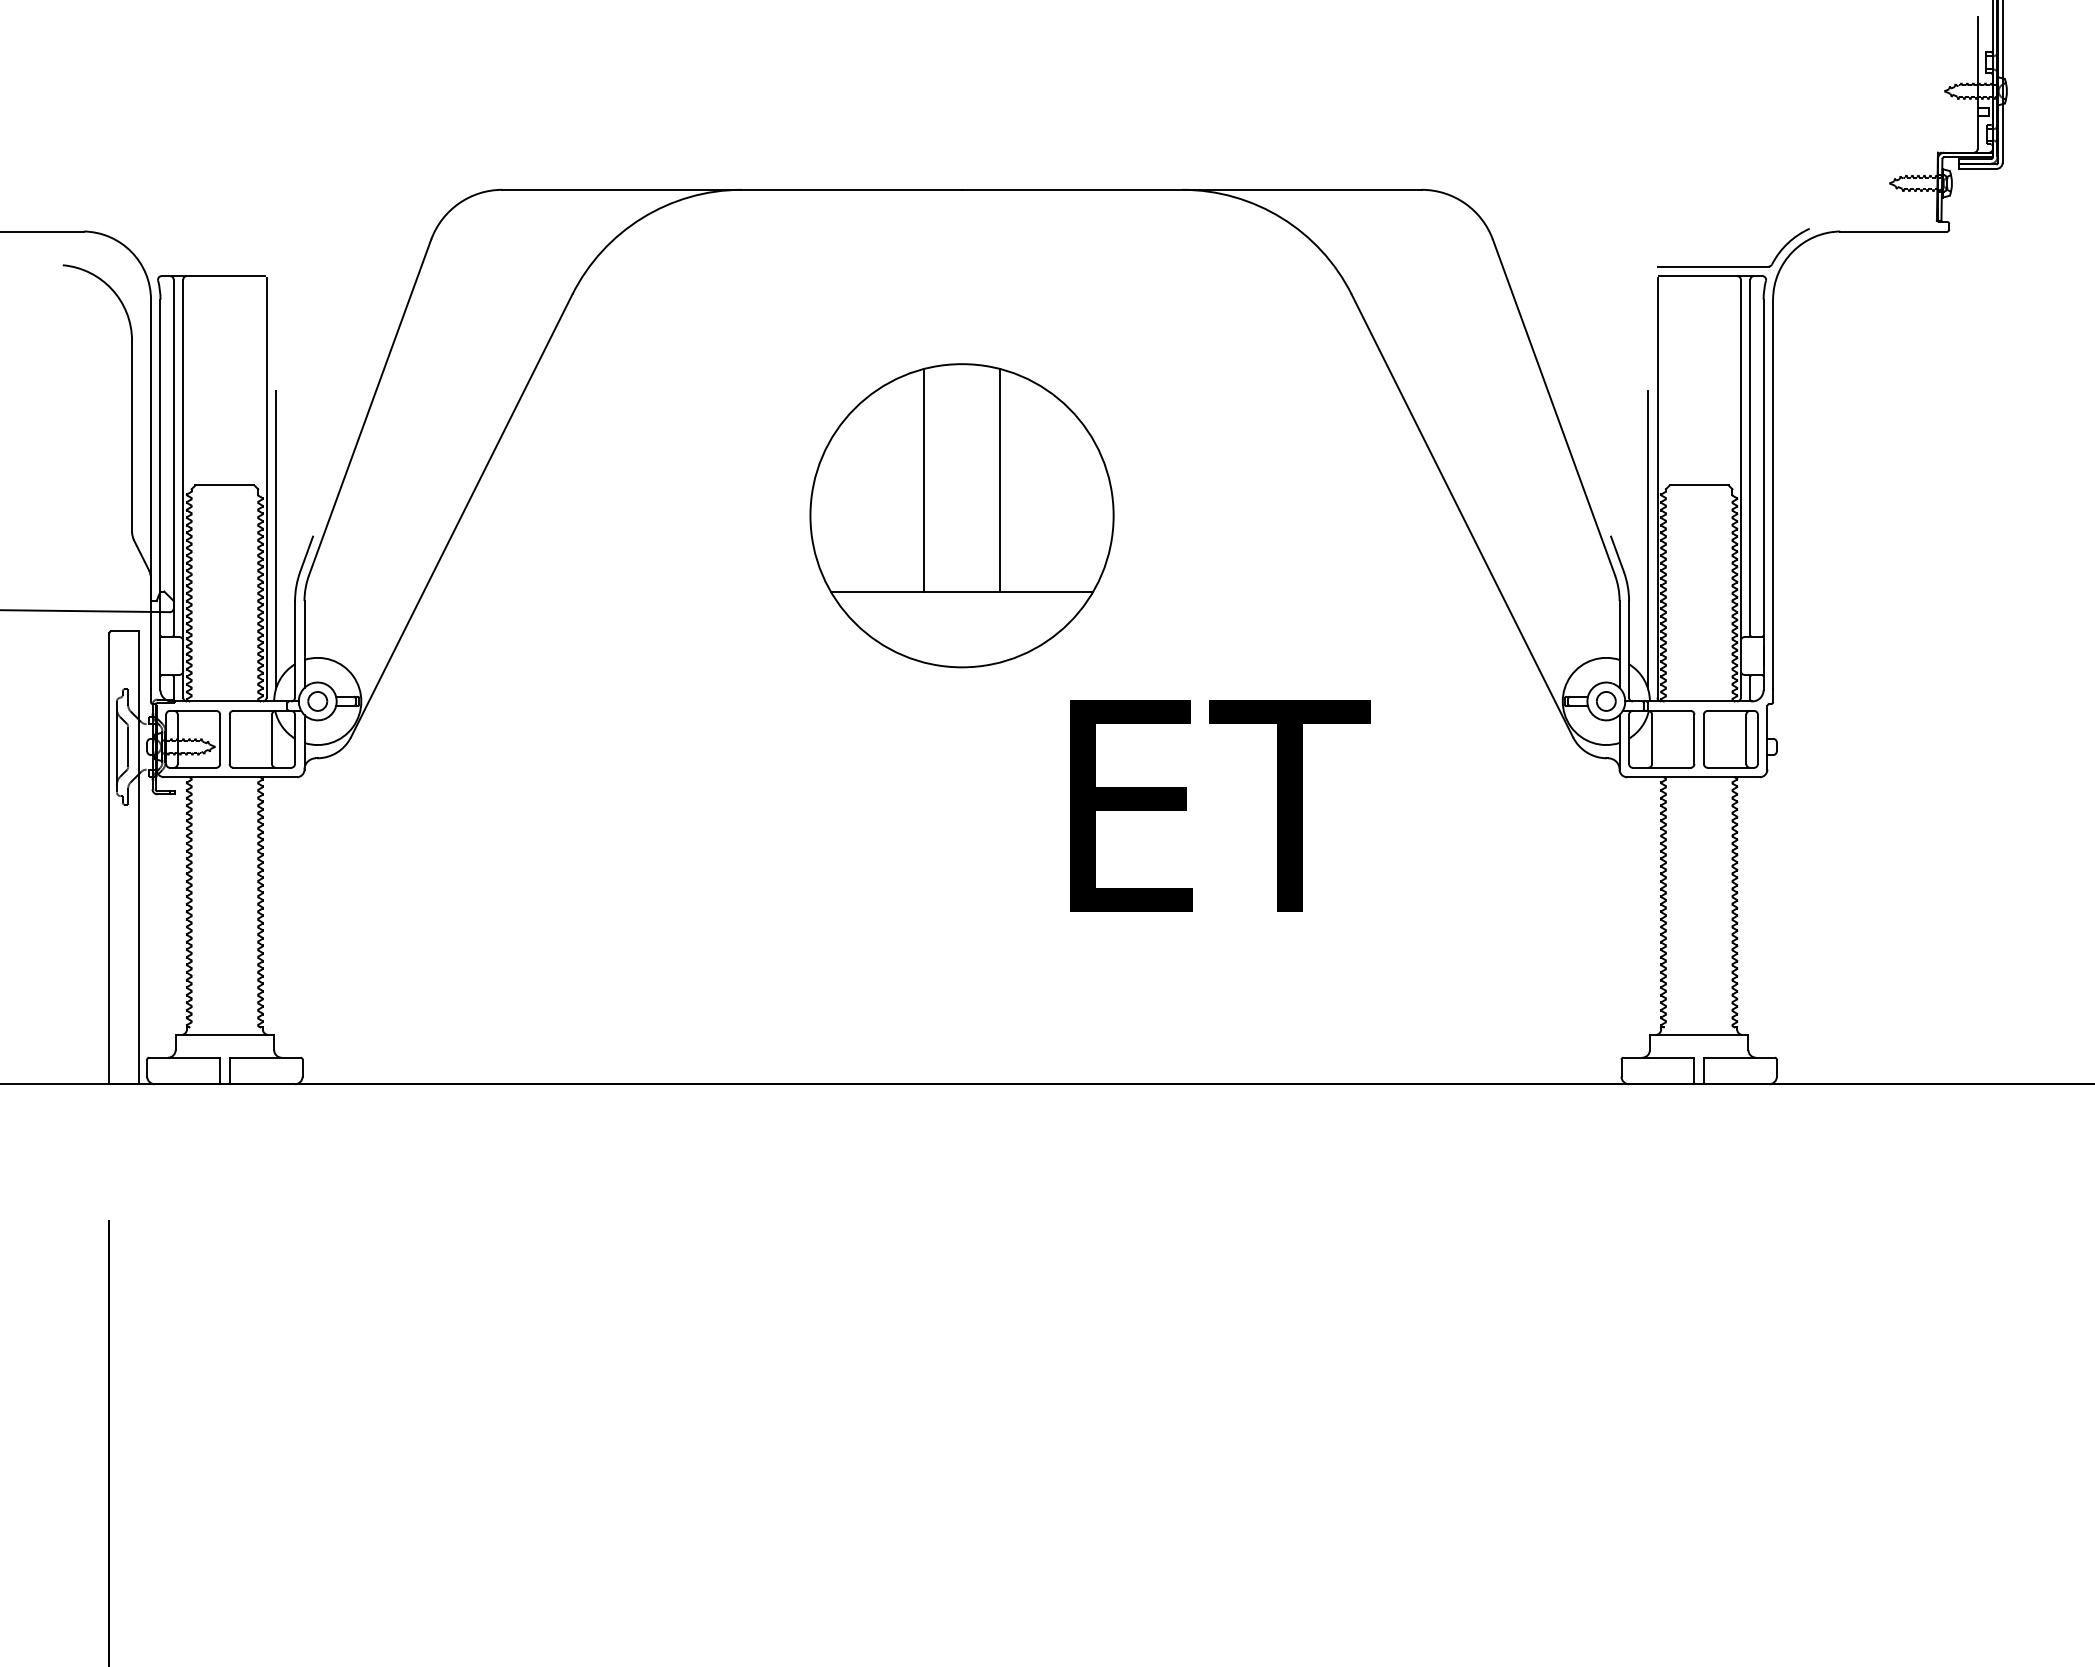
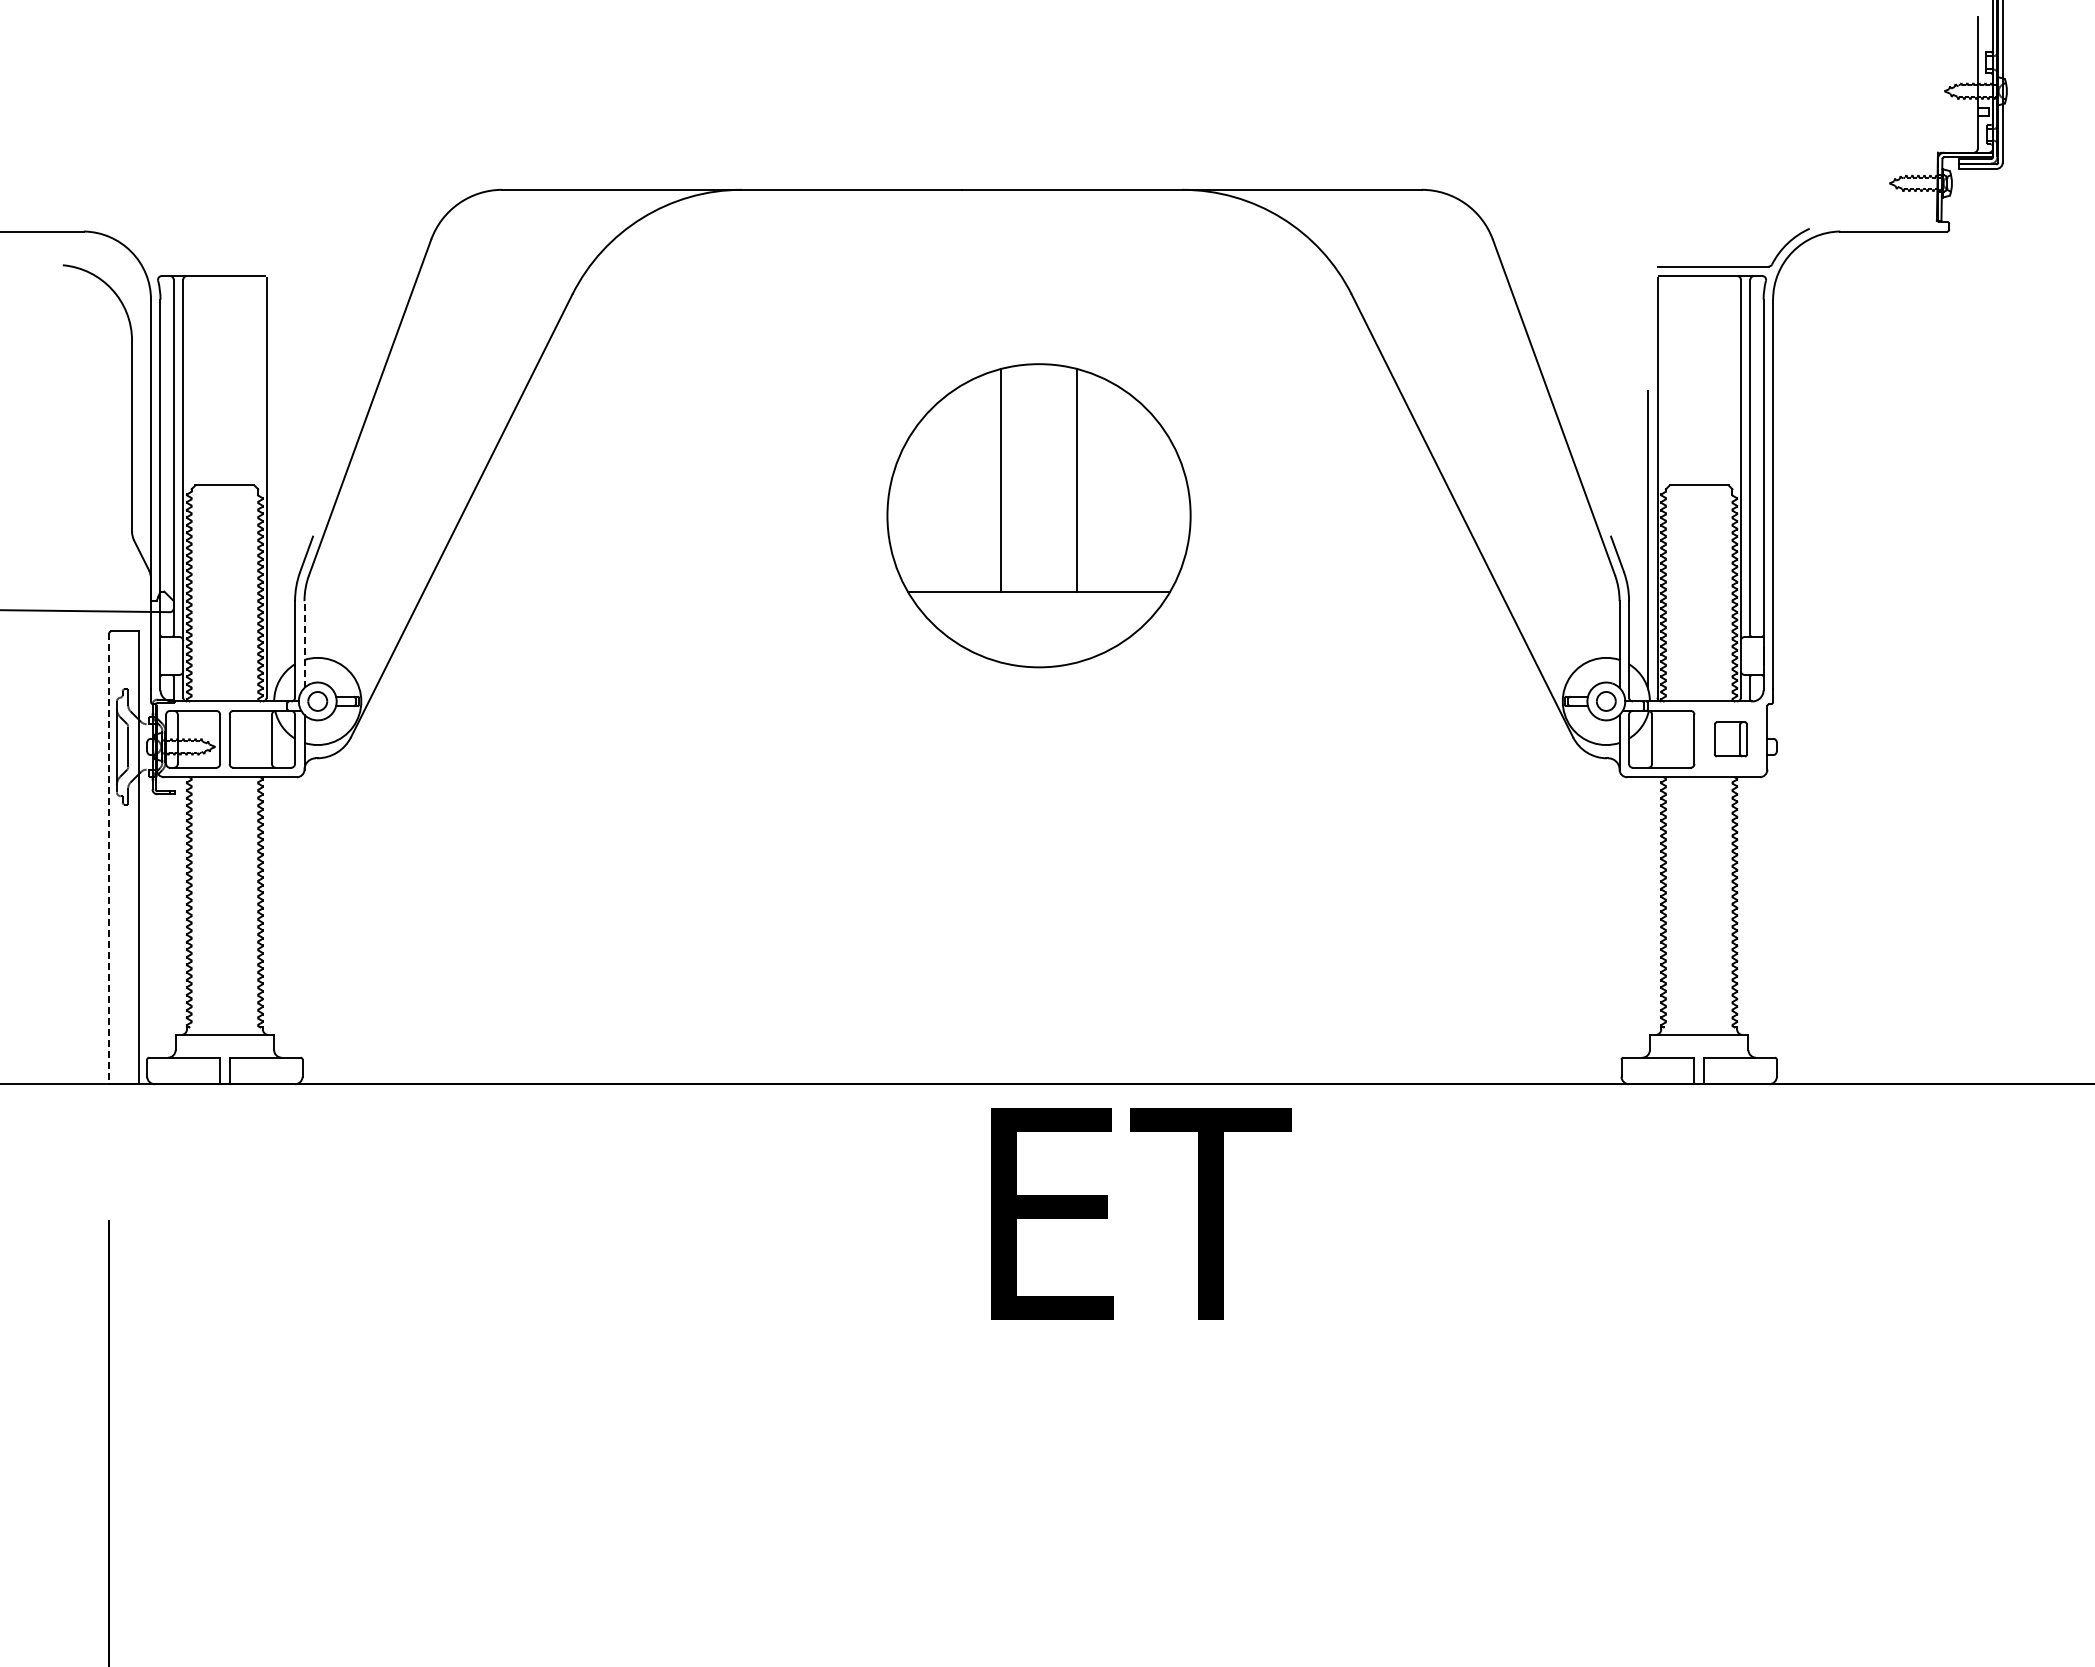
part at (961, 515) position: (961, 515) -> (1038, 515)
line at (276, 539): present -> none
line at (304, 644): solid -> dashed
part at (1730, 739) size: 56x59 px -> 34x37 px
text at (1220, 805) position: (1220, 805) -> (1141, 1213)
line at (109, 859): solid -> dashed
